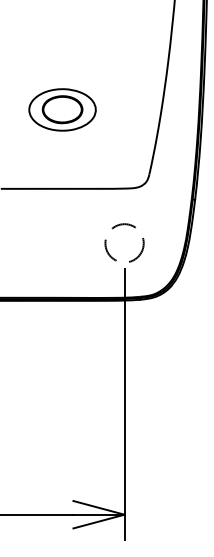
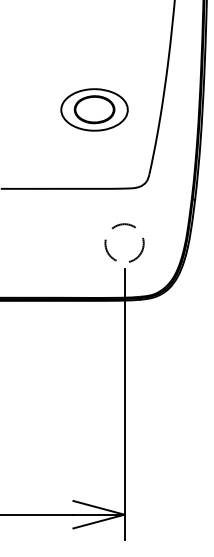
part at (62, 109) position: (62, 109) -> (94, 109)
